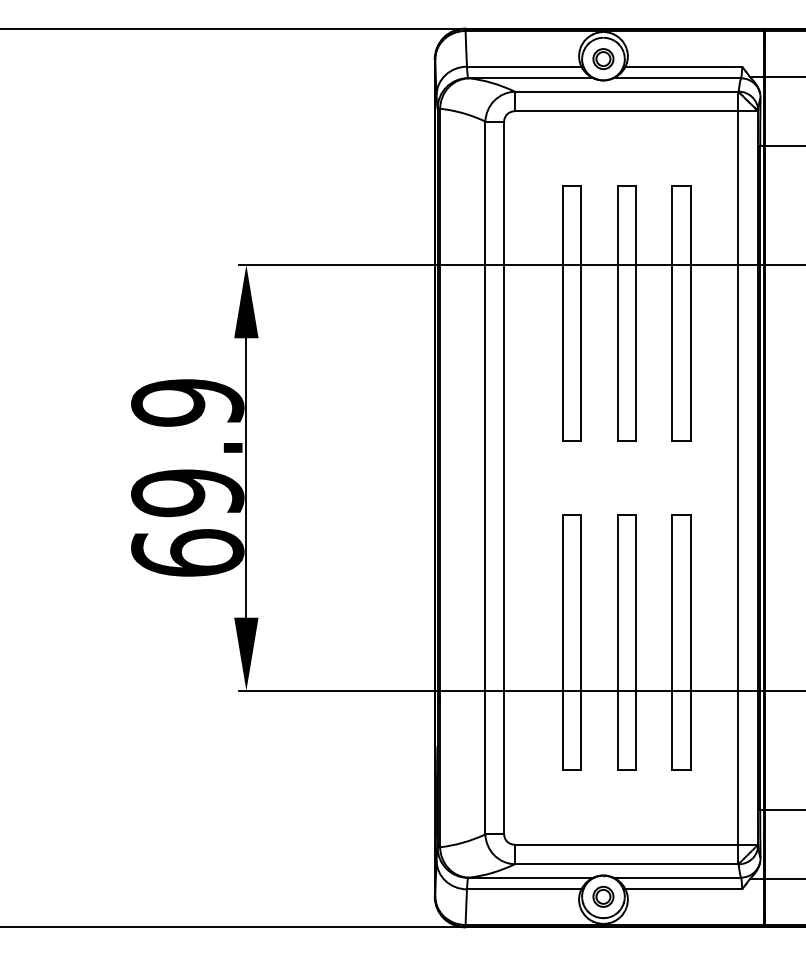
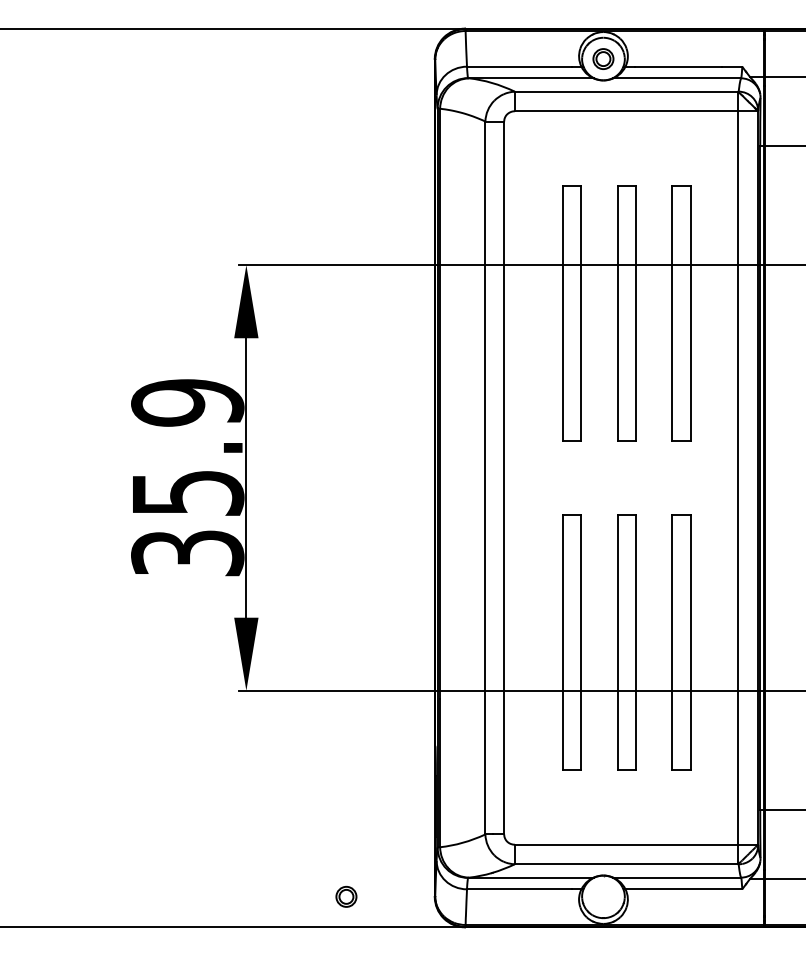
text at (187, 522): 69.9 -> 35.9
part at (603, 896) position: (603, 896) -> (346, 896)
